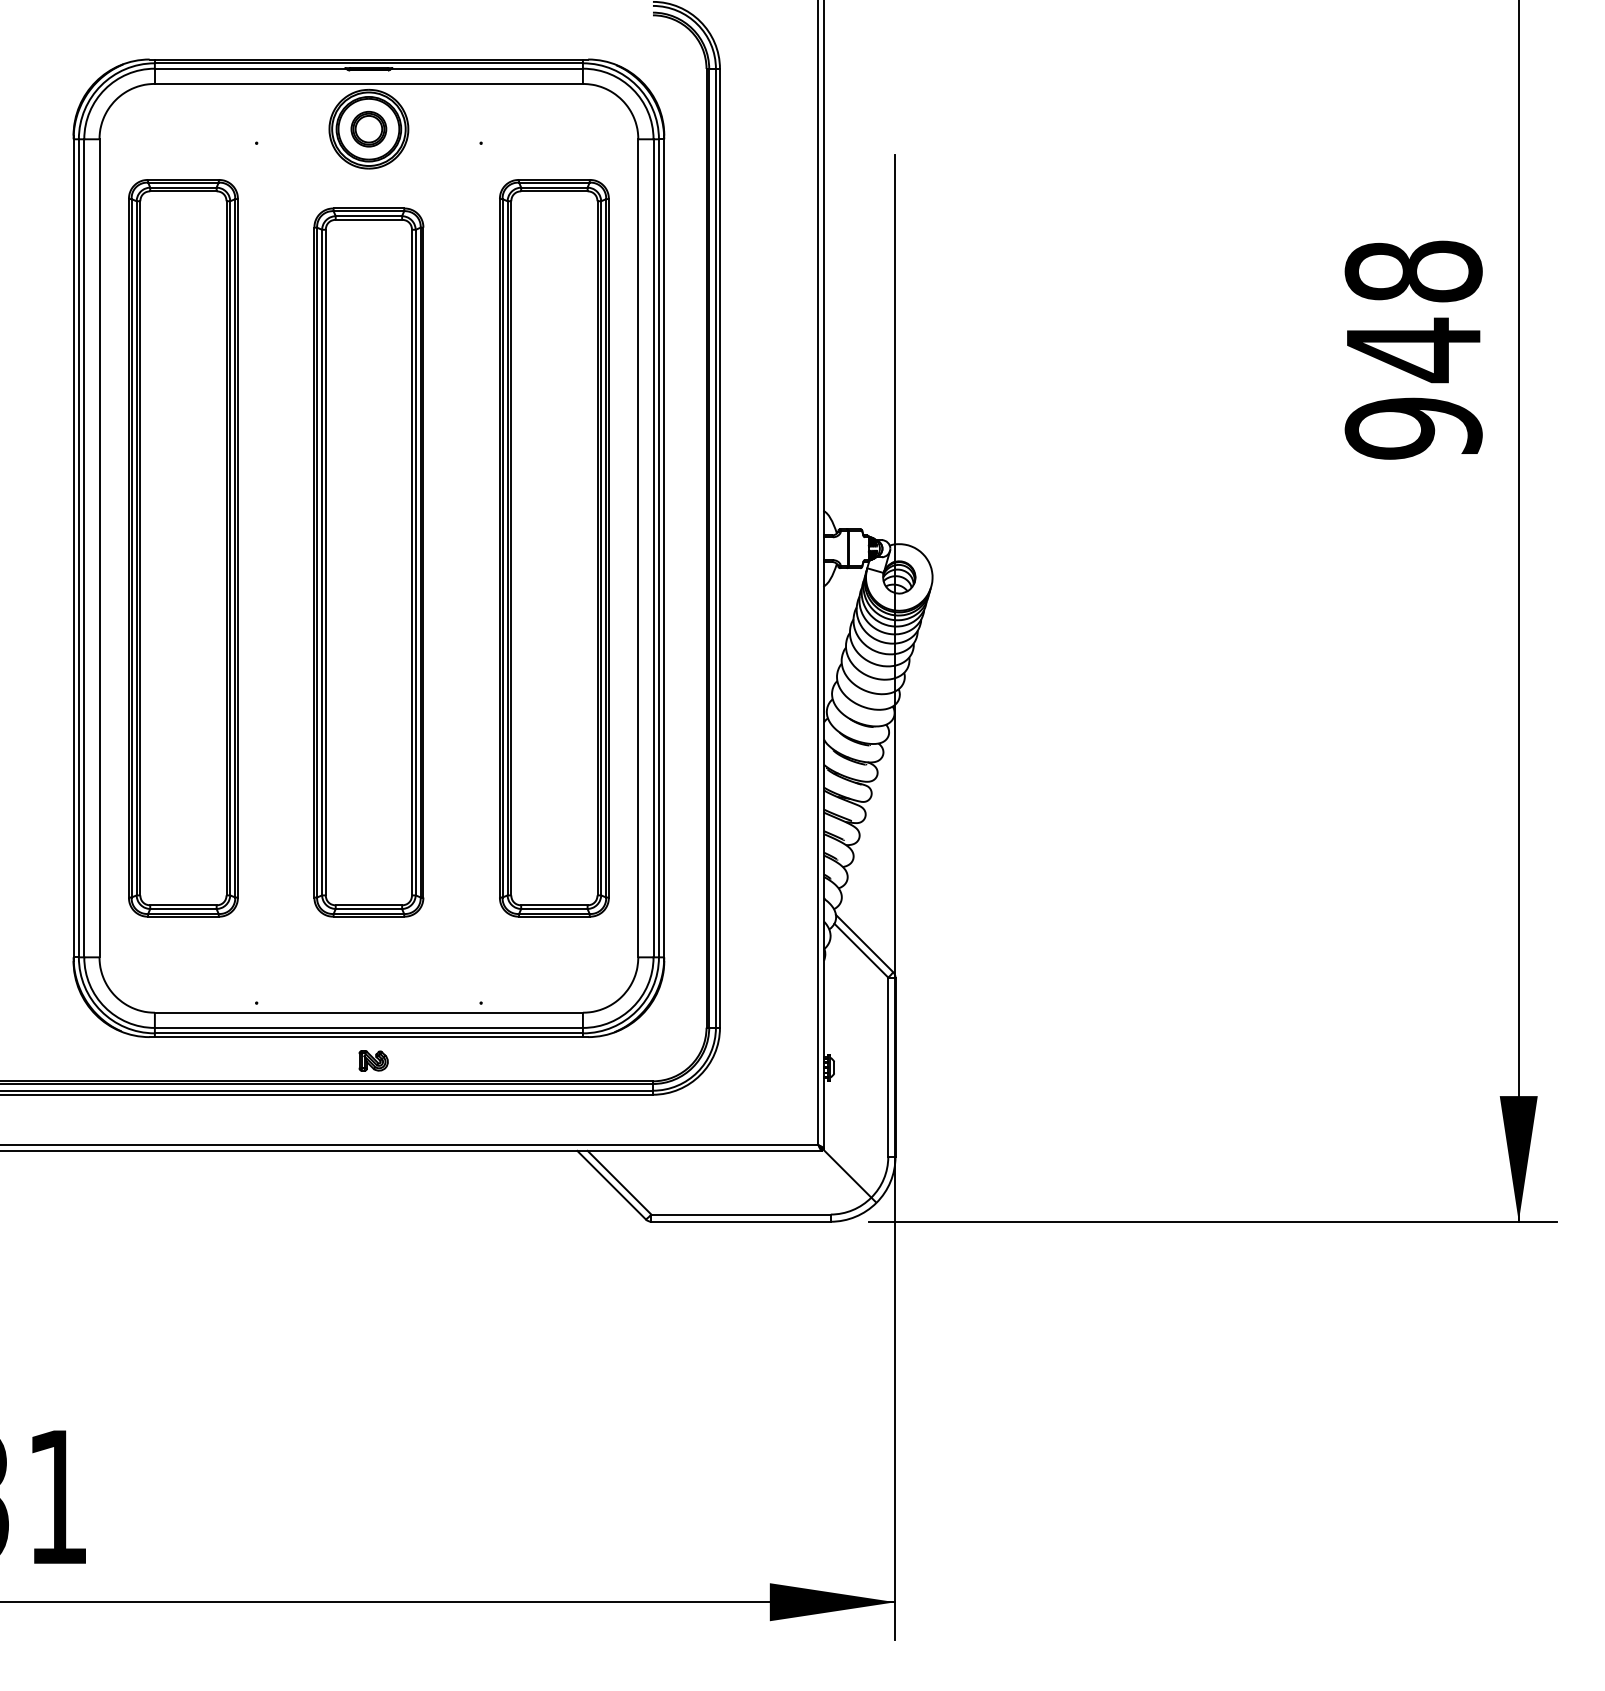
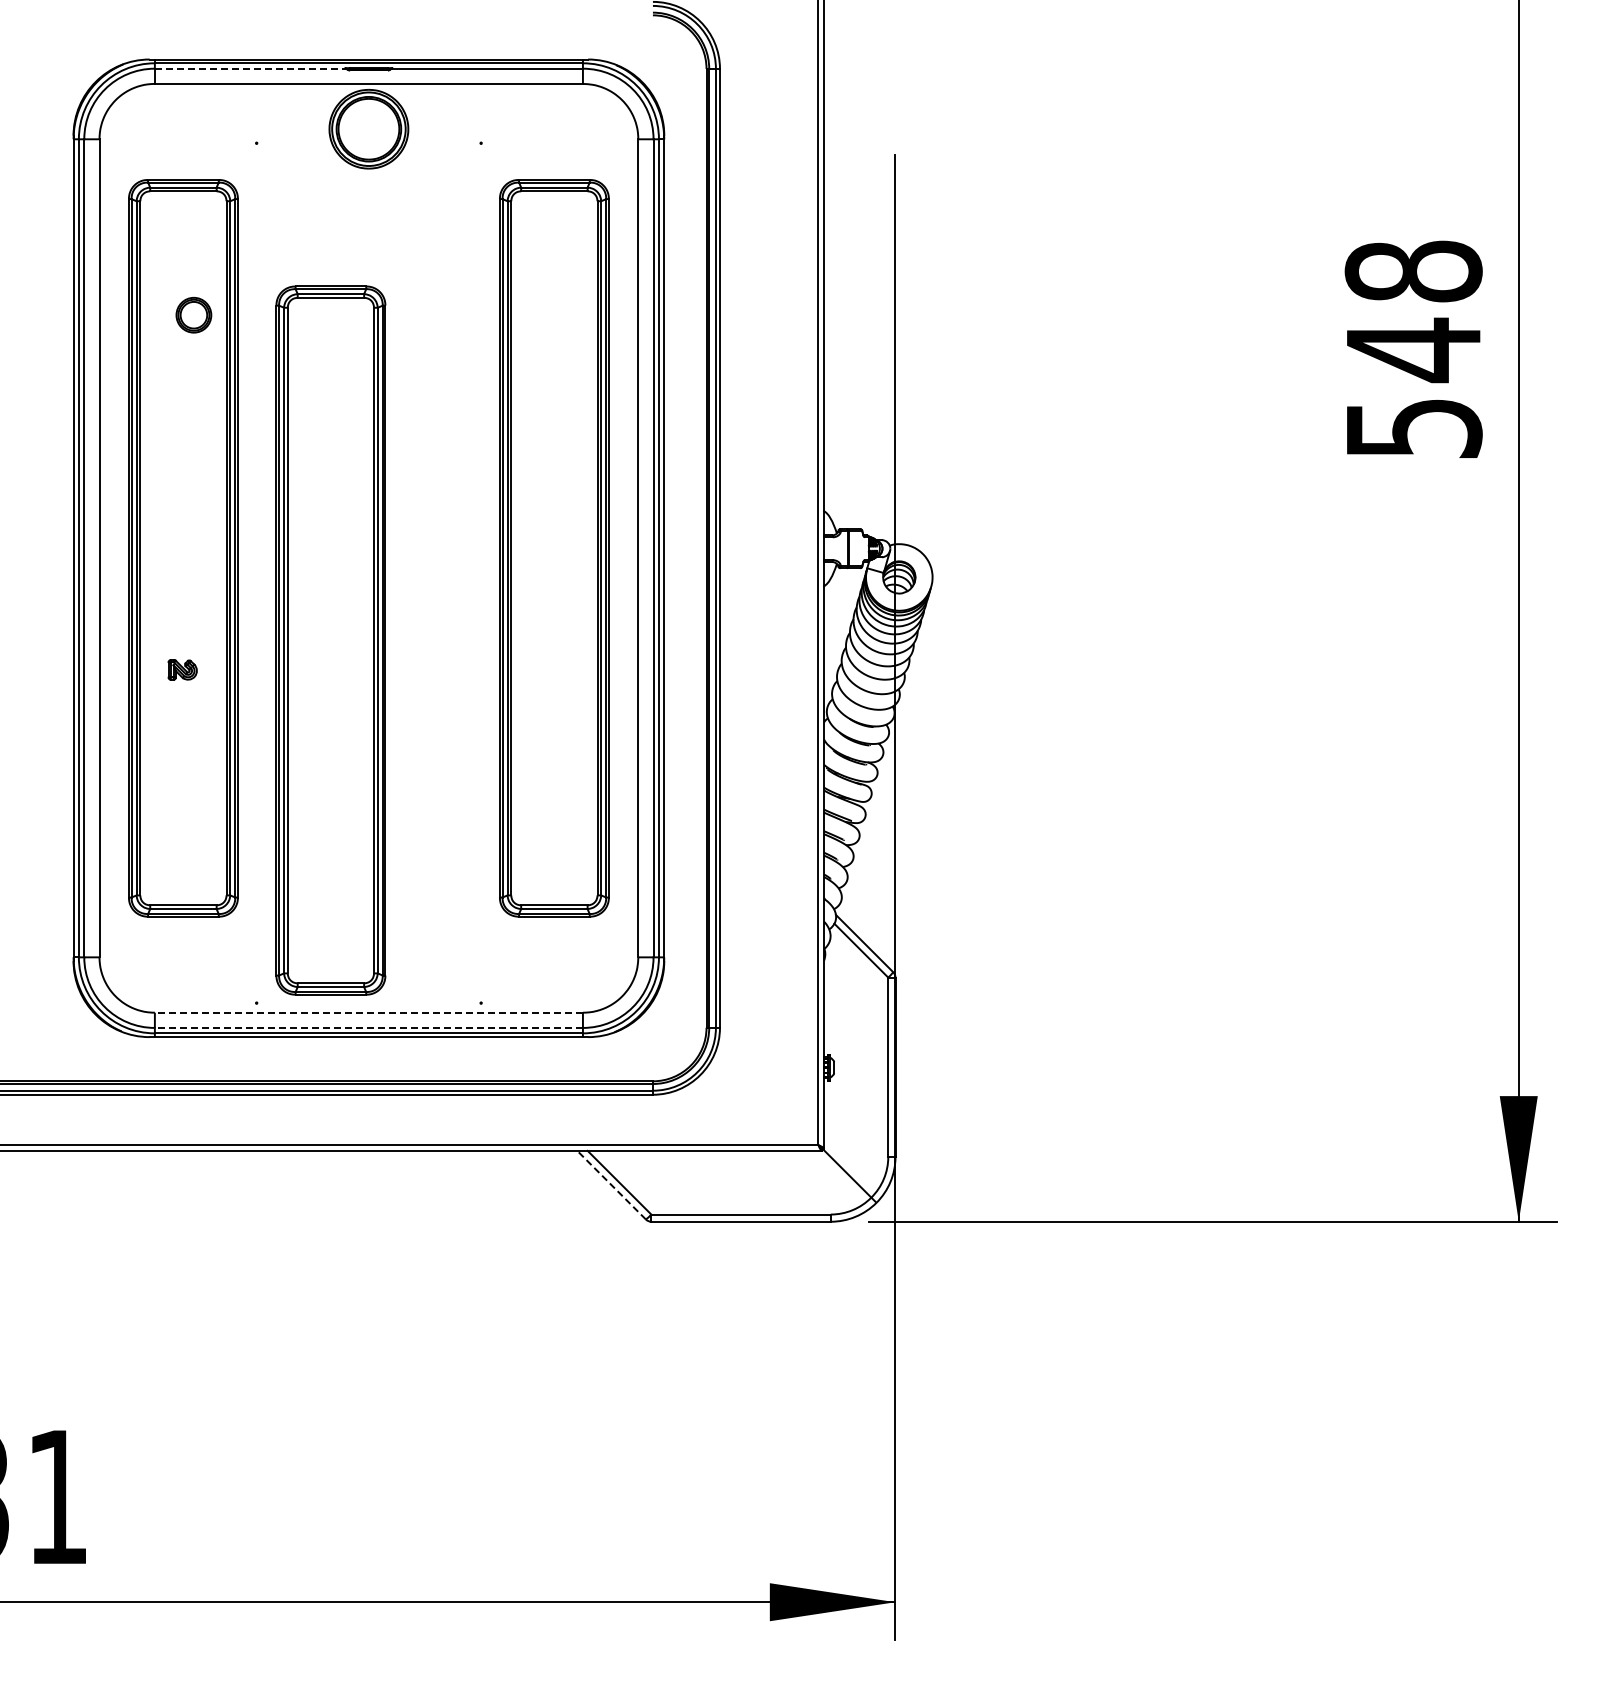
line at (250, 68): solid -> dashed
part at (368, 129) position: (368, 129) -> (193, 315)
text at (1413, 428): 948 -> 548
part at (368, 562) position: (368, 562) -> (330, 640)
line at (368, 1012): solid -> dashed
line at (368, 1027): solid -> dashed
part at (373, 1060) position: (373, 1060) -> (182, 669)
line at (611, 1185): solid -> dashed
